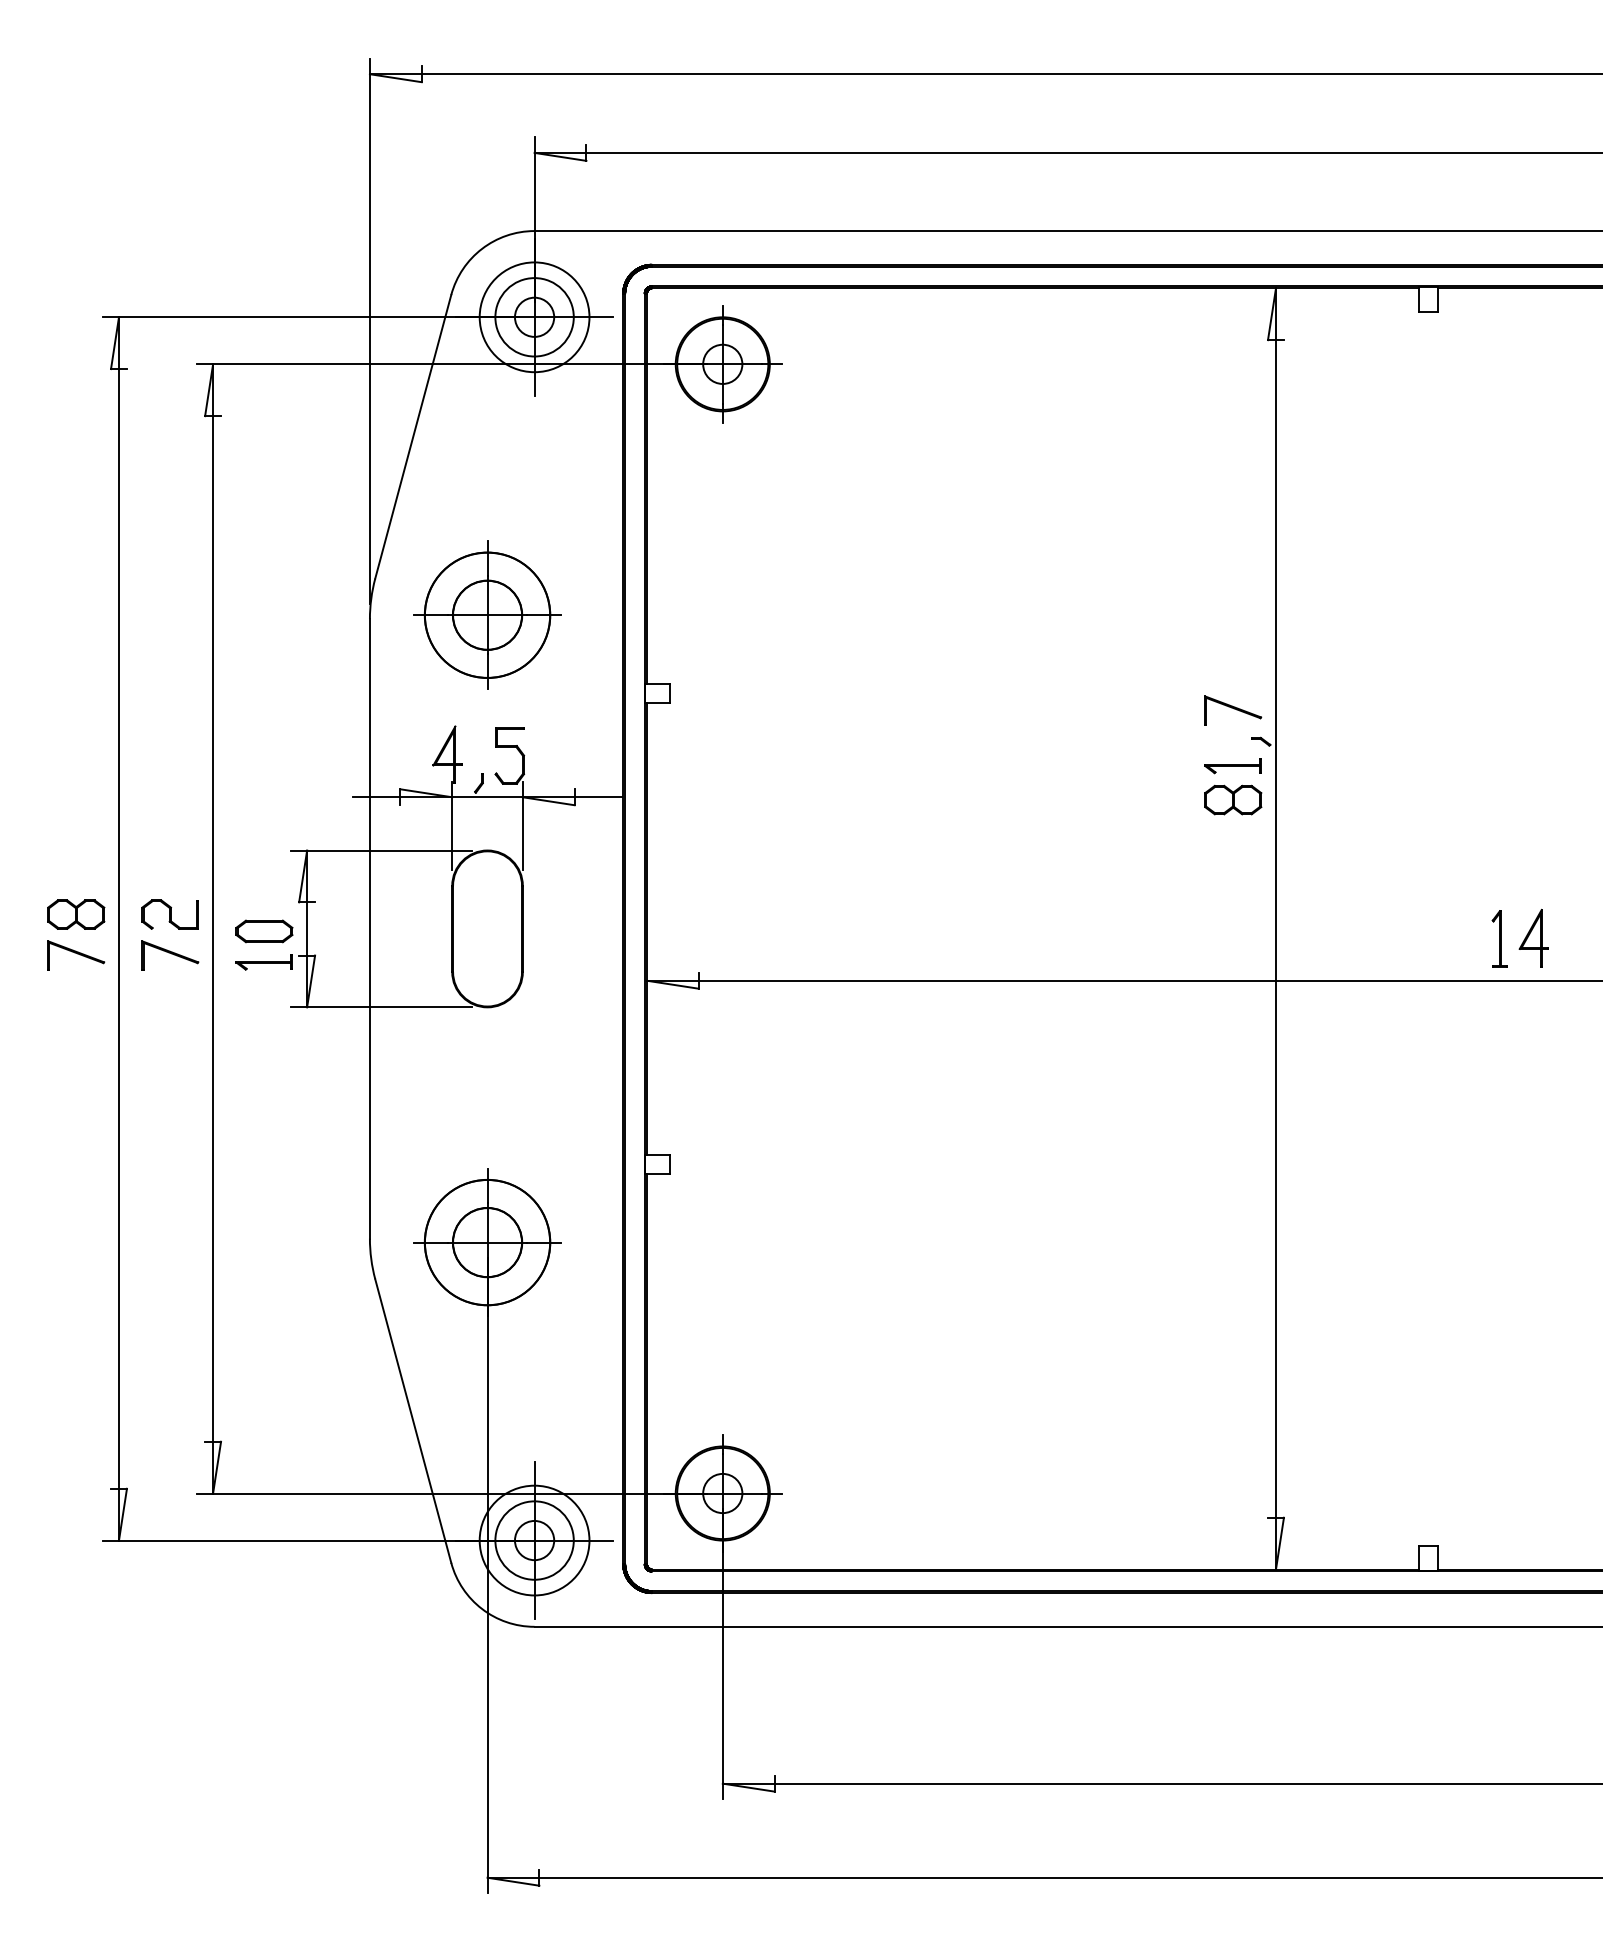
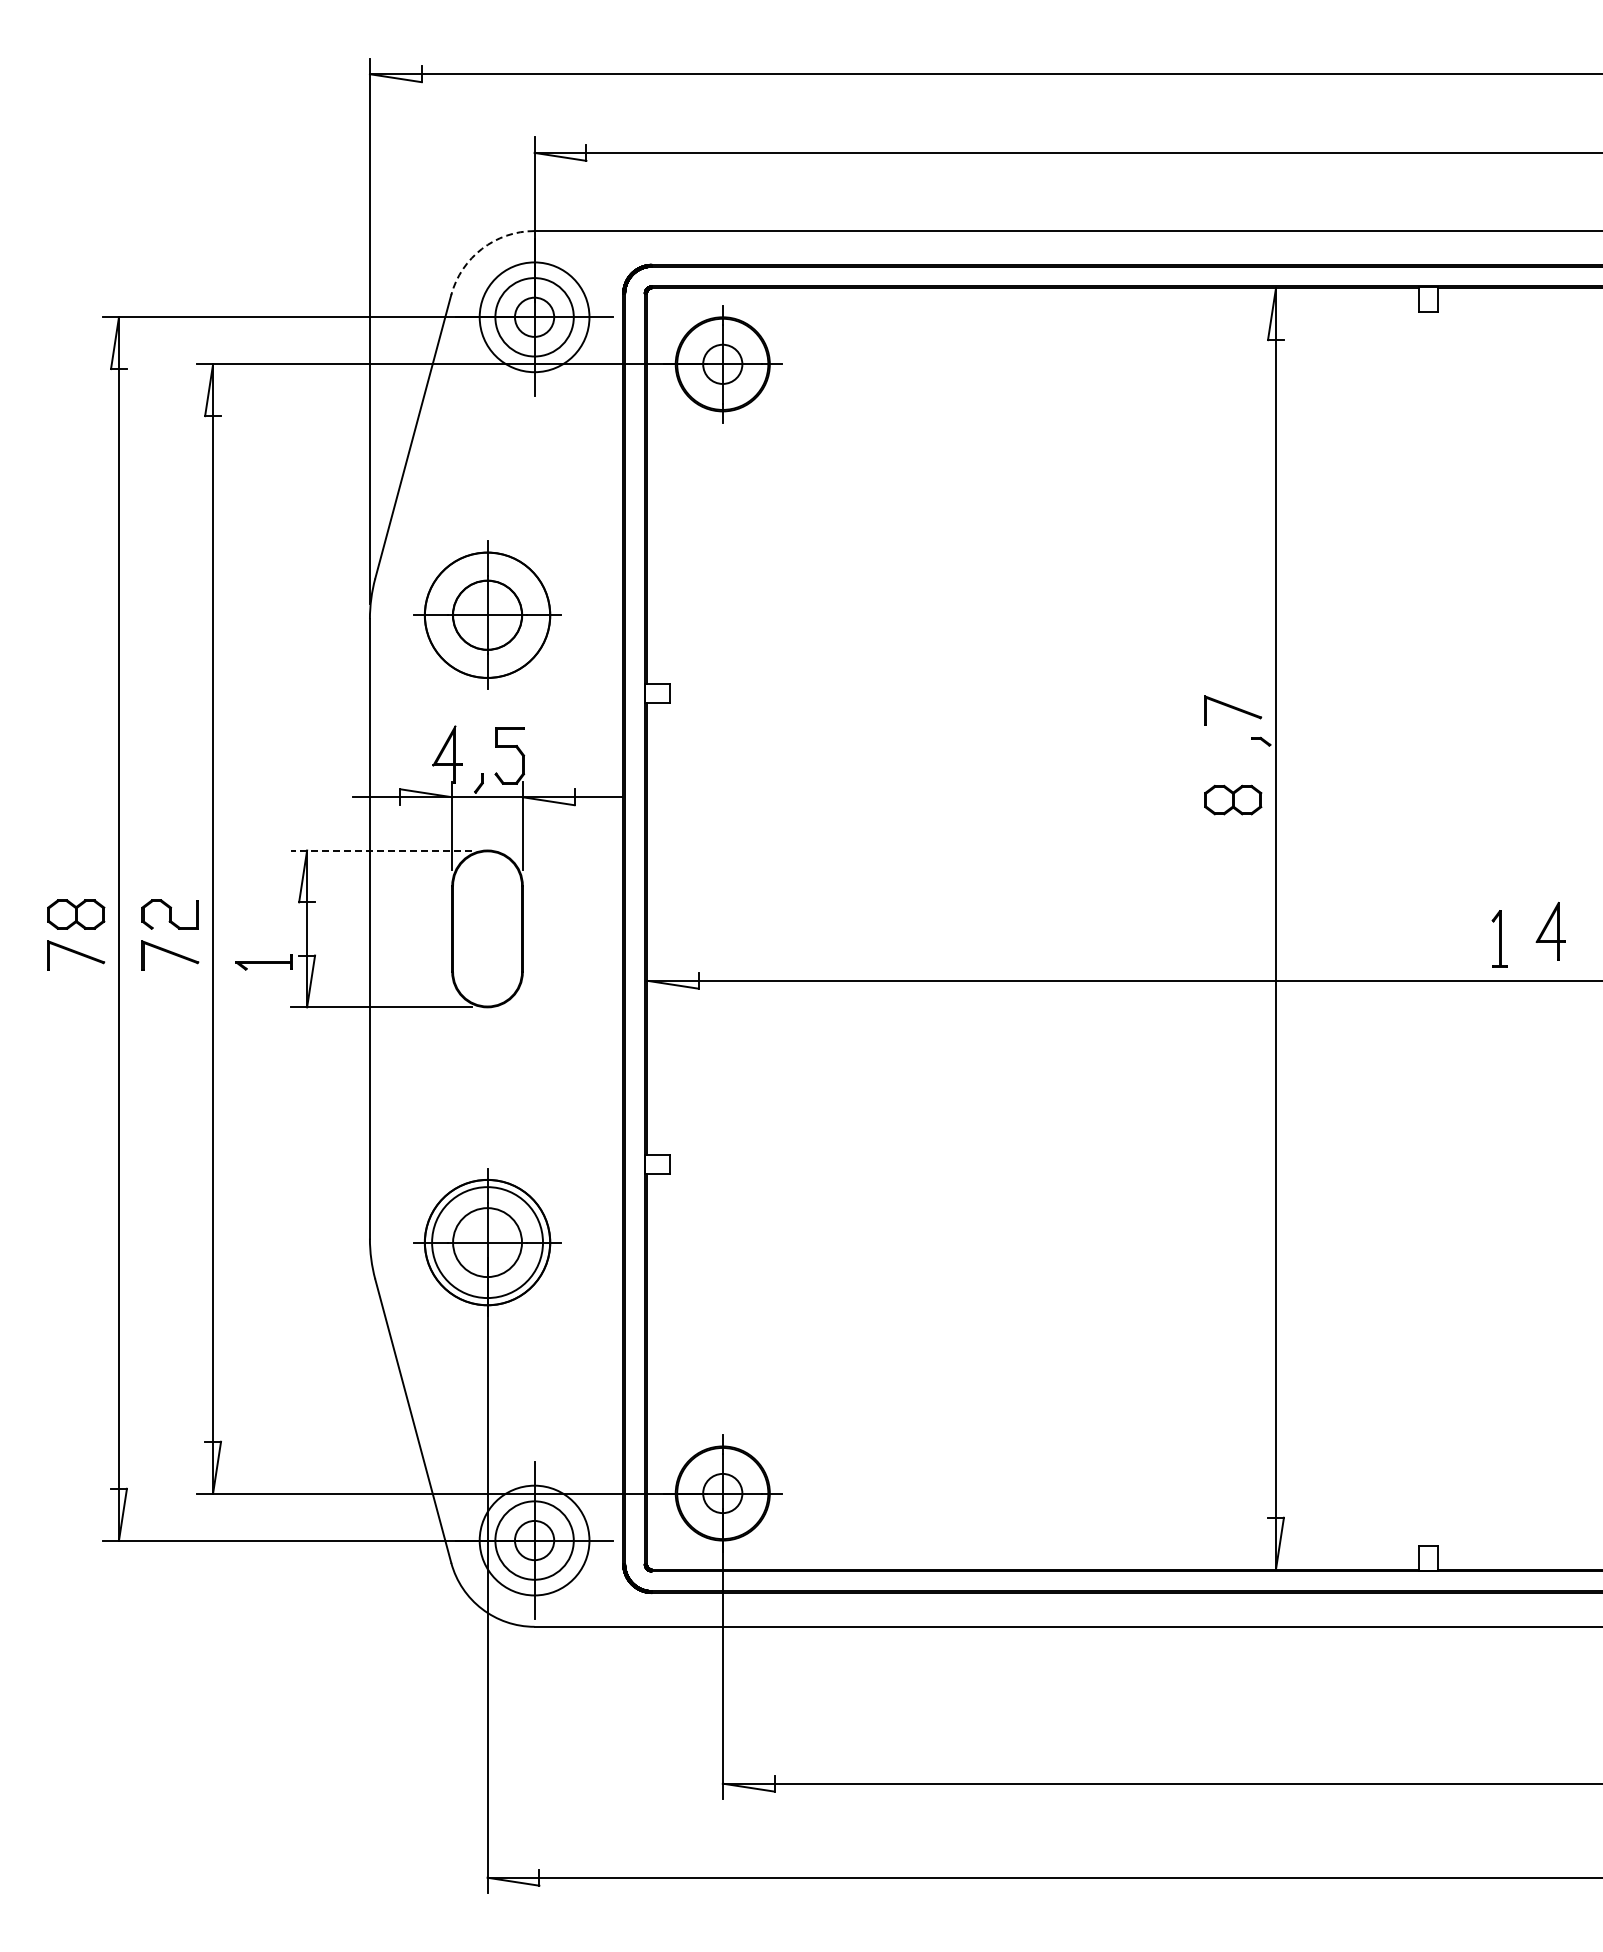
arc at (482, 248): solid -> dashed
part at (1232, 766): present -> none
line at (381, 850): solid -> dashed
part at (264, 931): present -> none
part at (1533, 937) position: (1533, 937) -> (1550, 930)
circle at (487, 1242) diameter: 69 px -> 111 px
